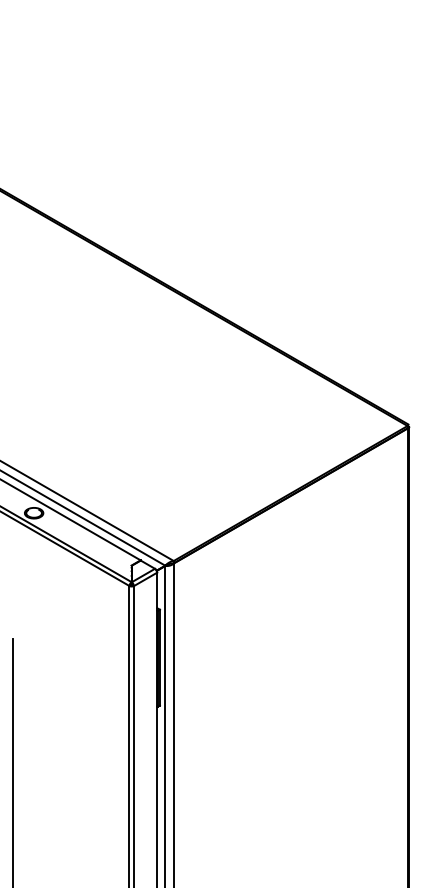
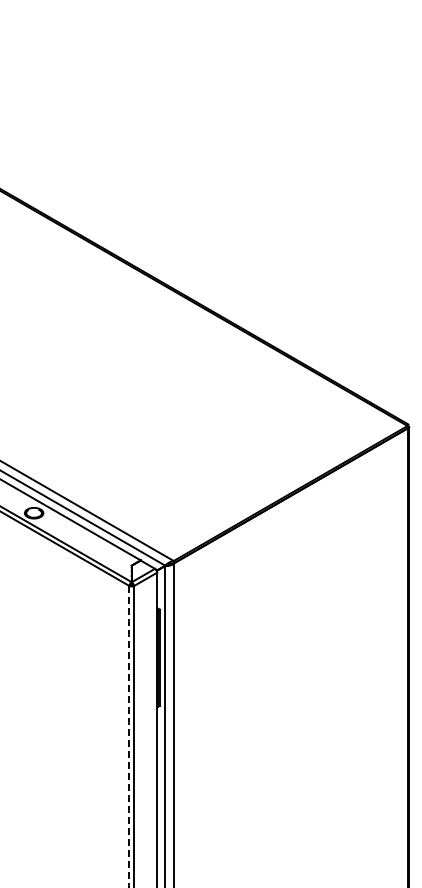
line at (129, 736): solid -> dashed
line at (12, 761): present -> none
